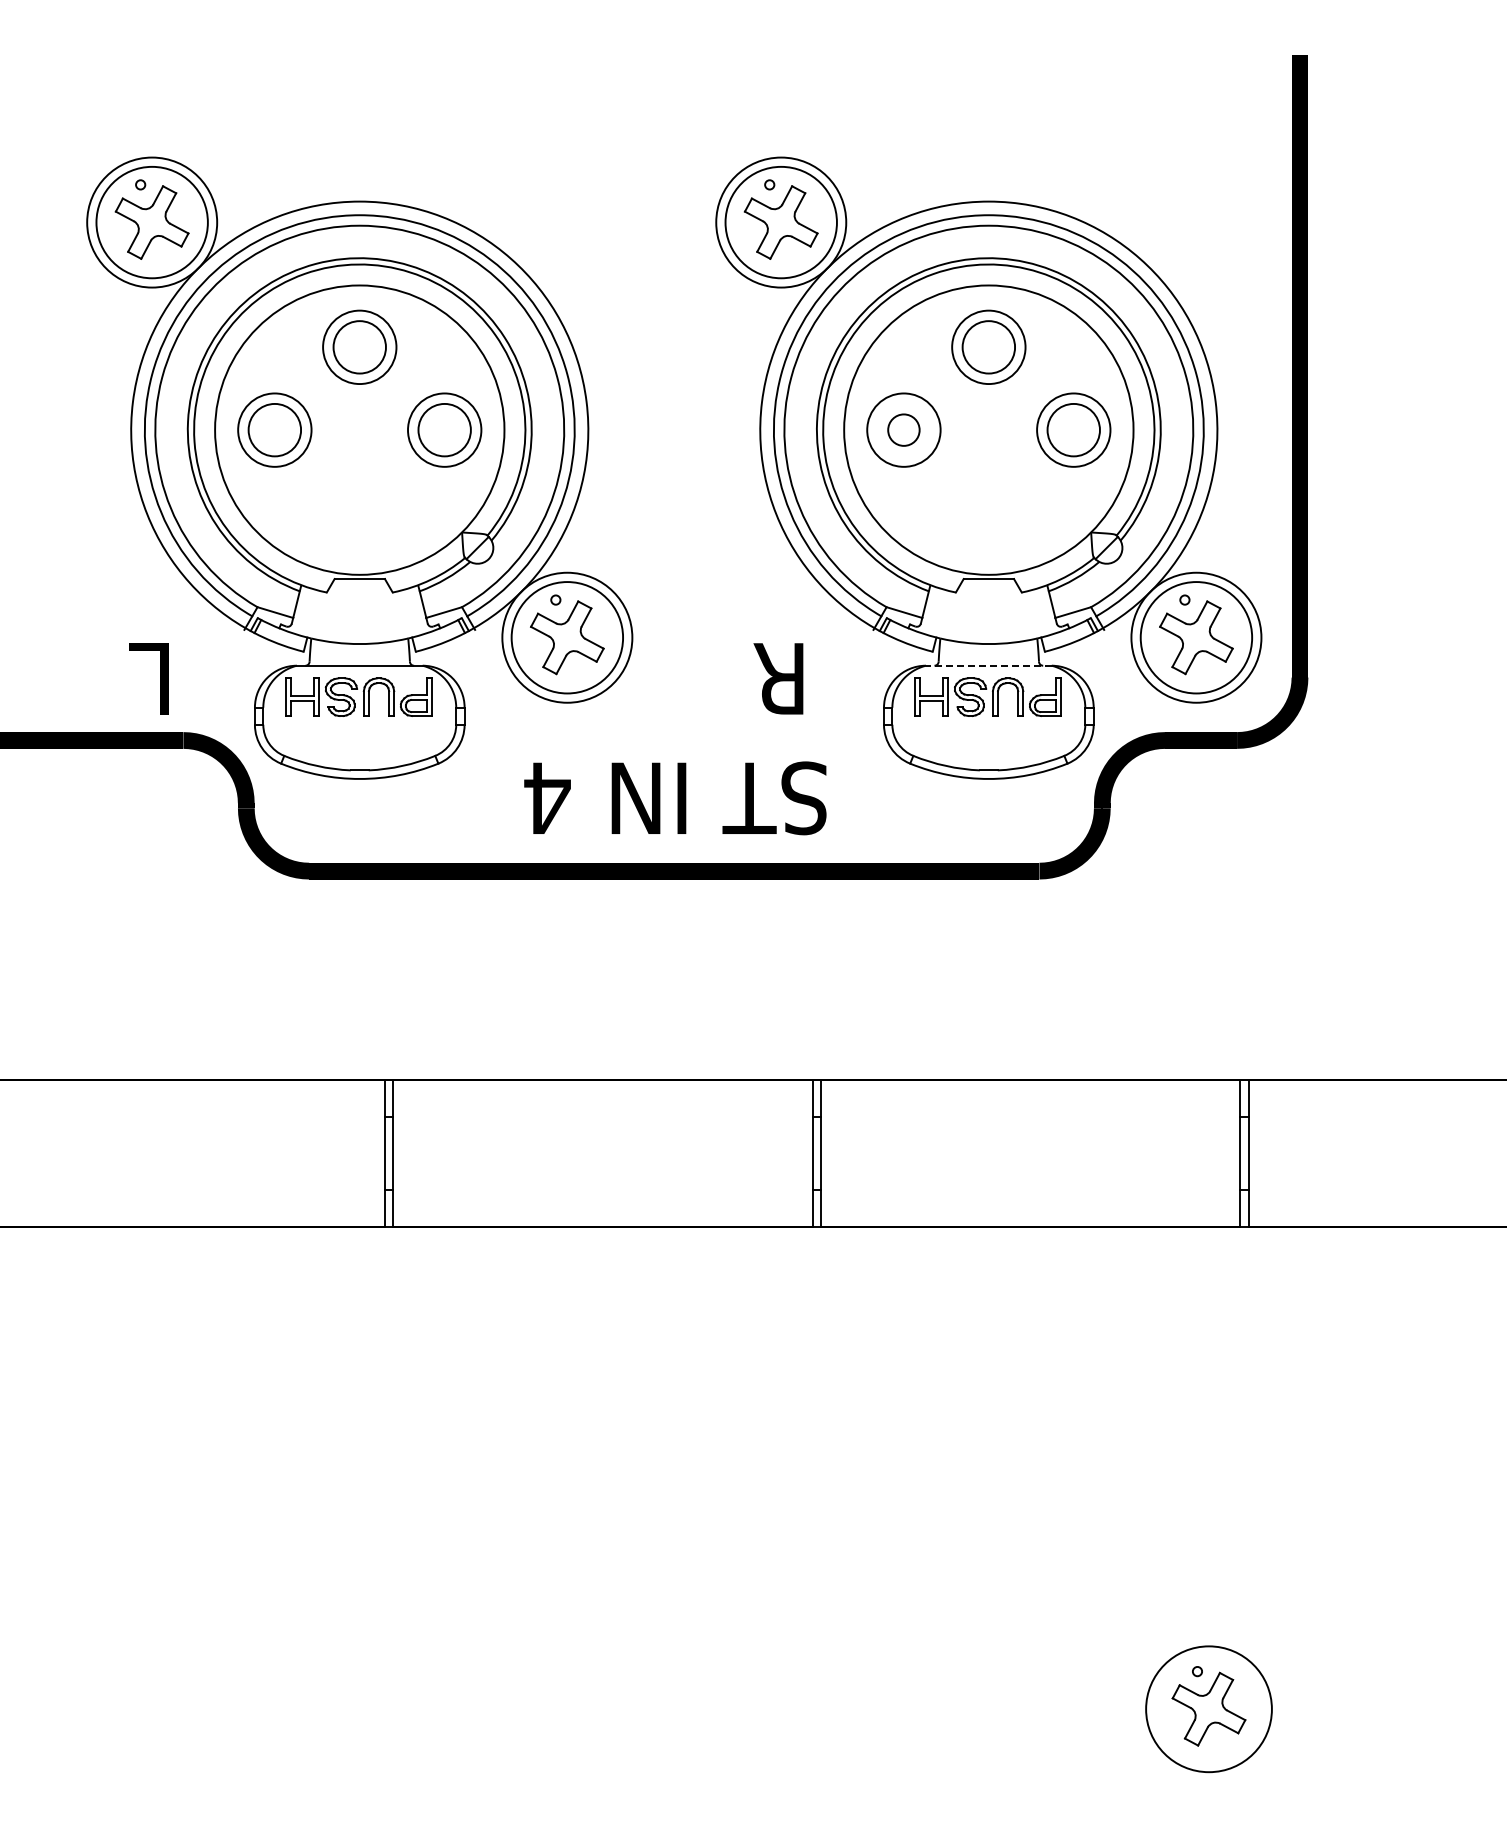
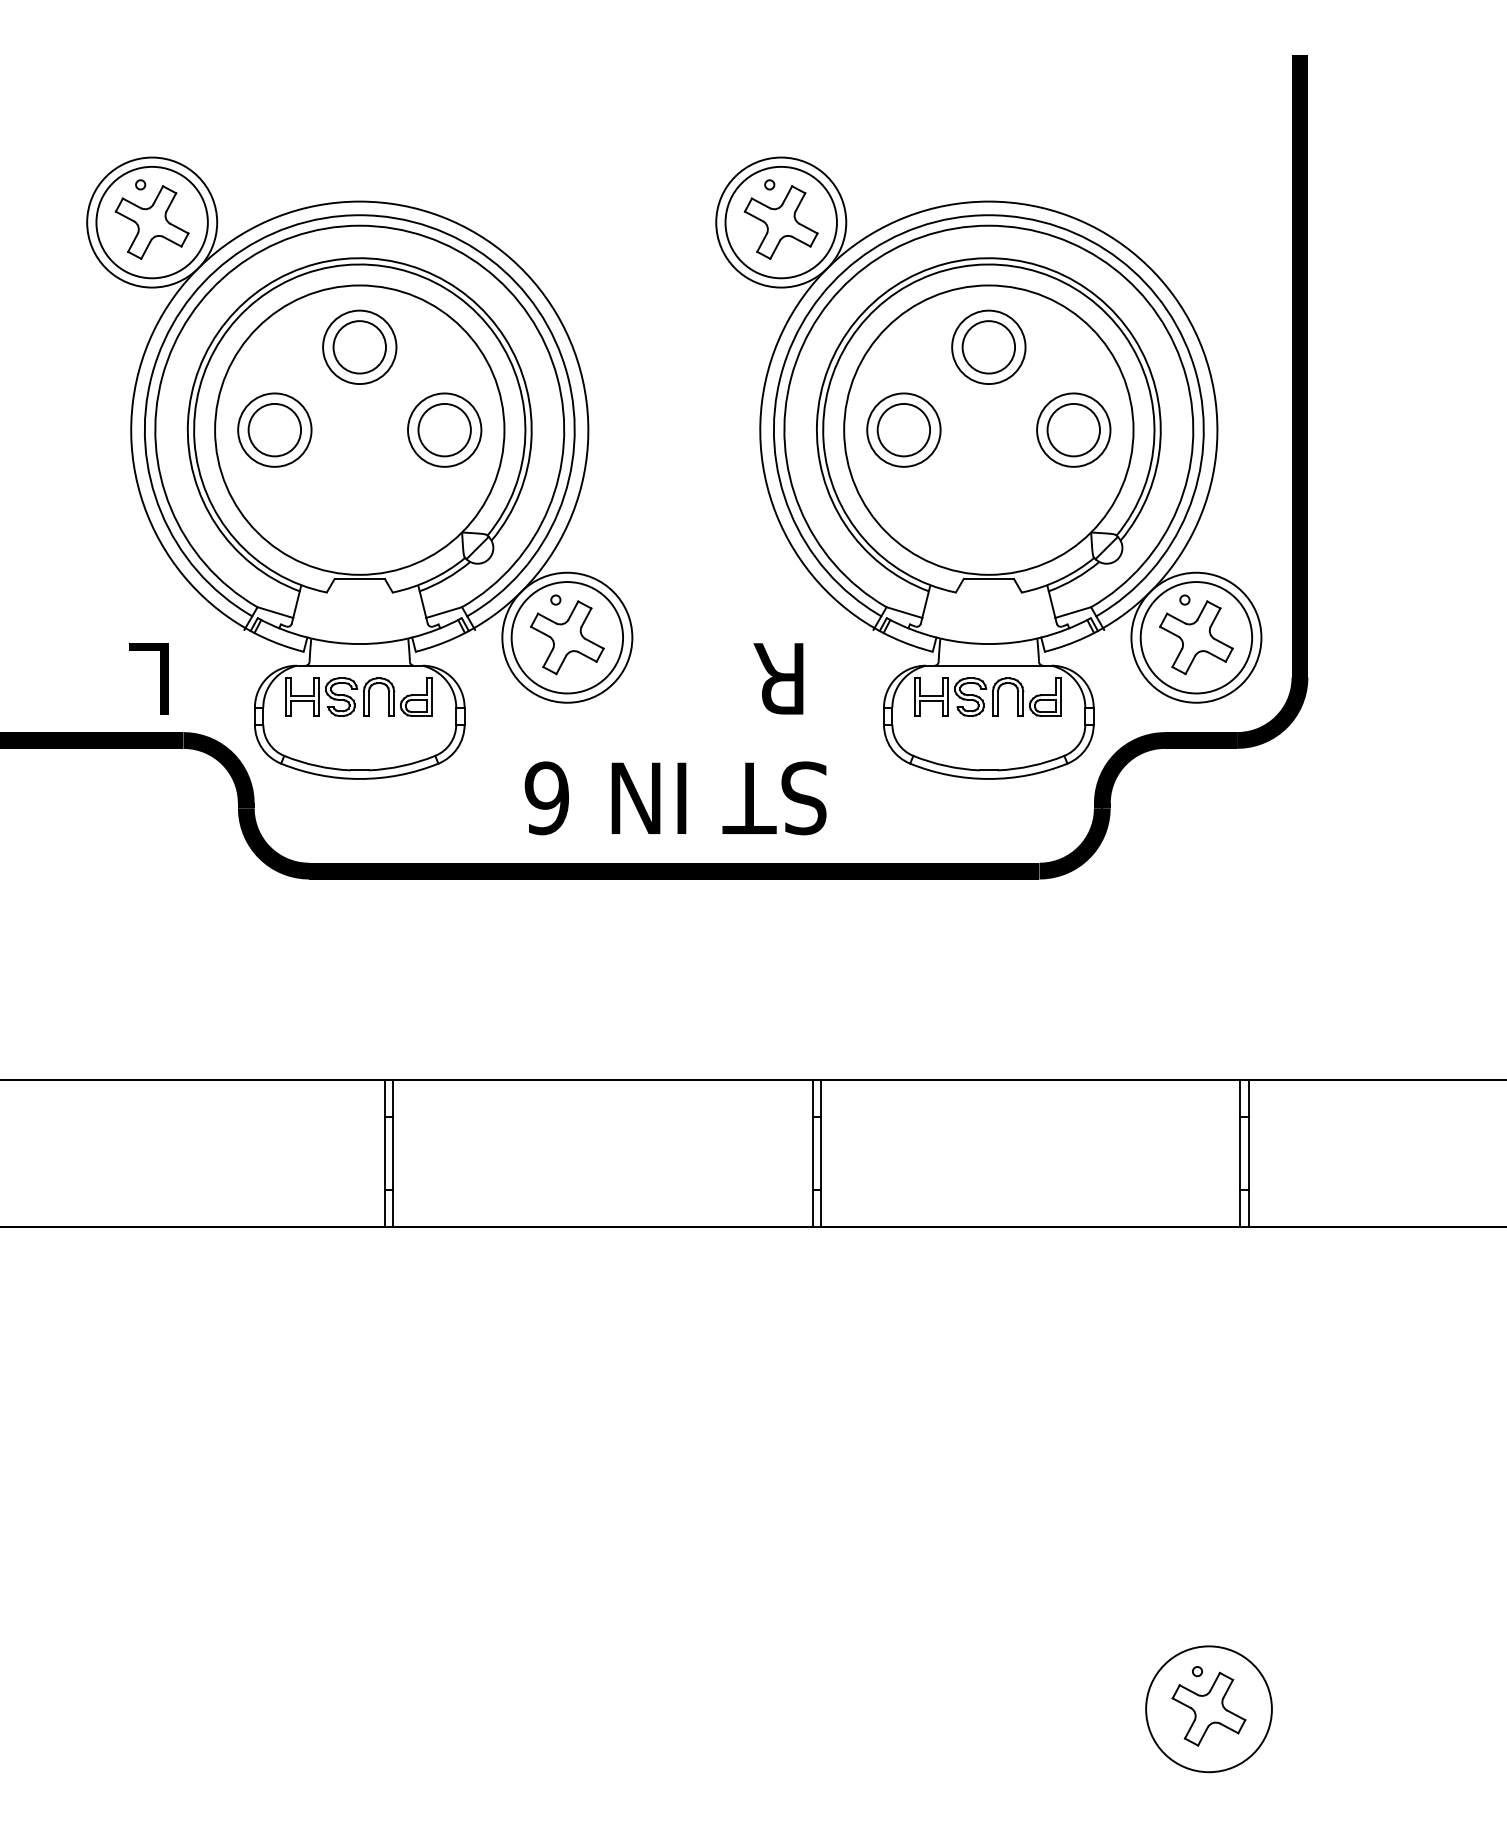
circle at (903, 429) diameter: 31 px -> 52 px
line at (988, 665): dashed -> solid
text at (547, 798): 4 -> 6
